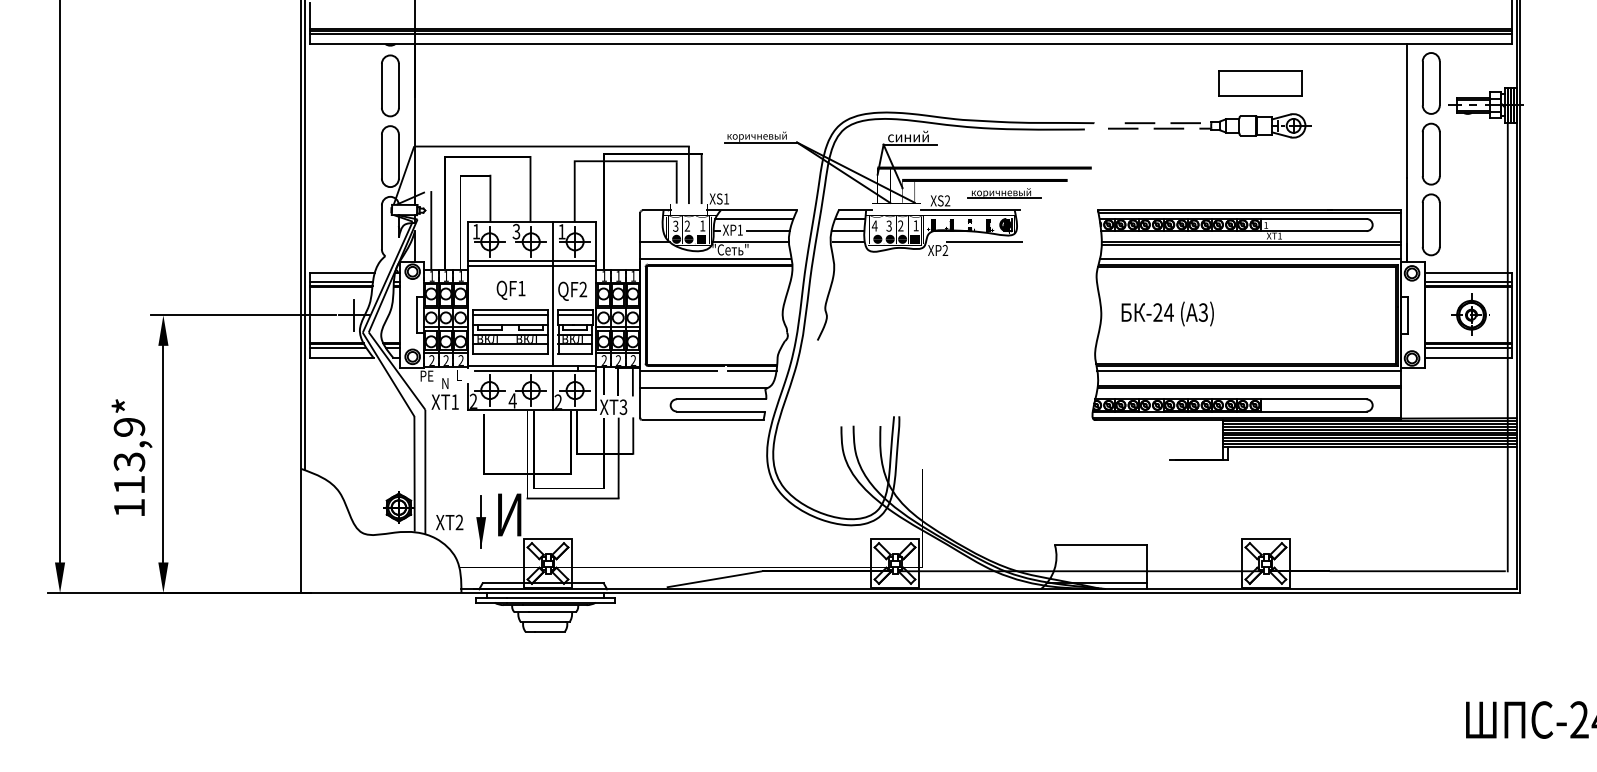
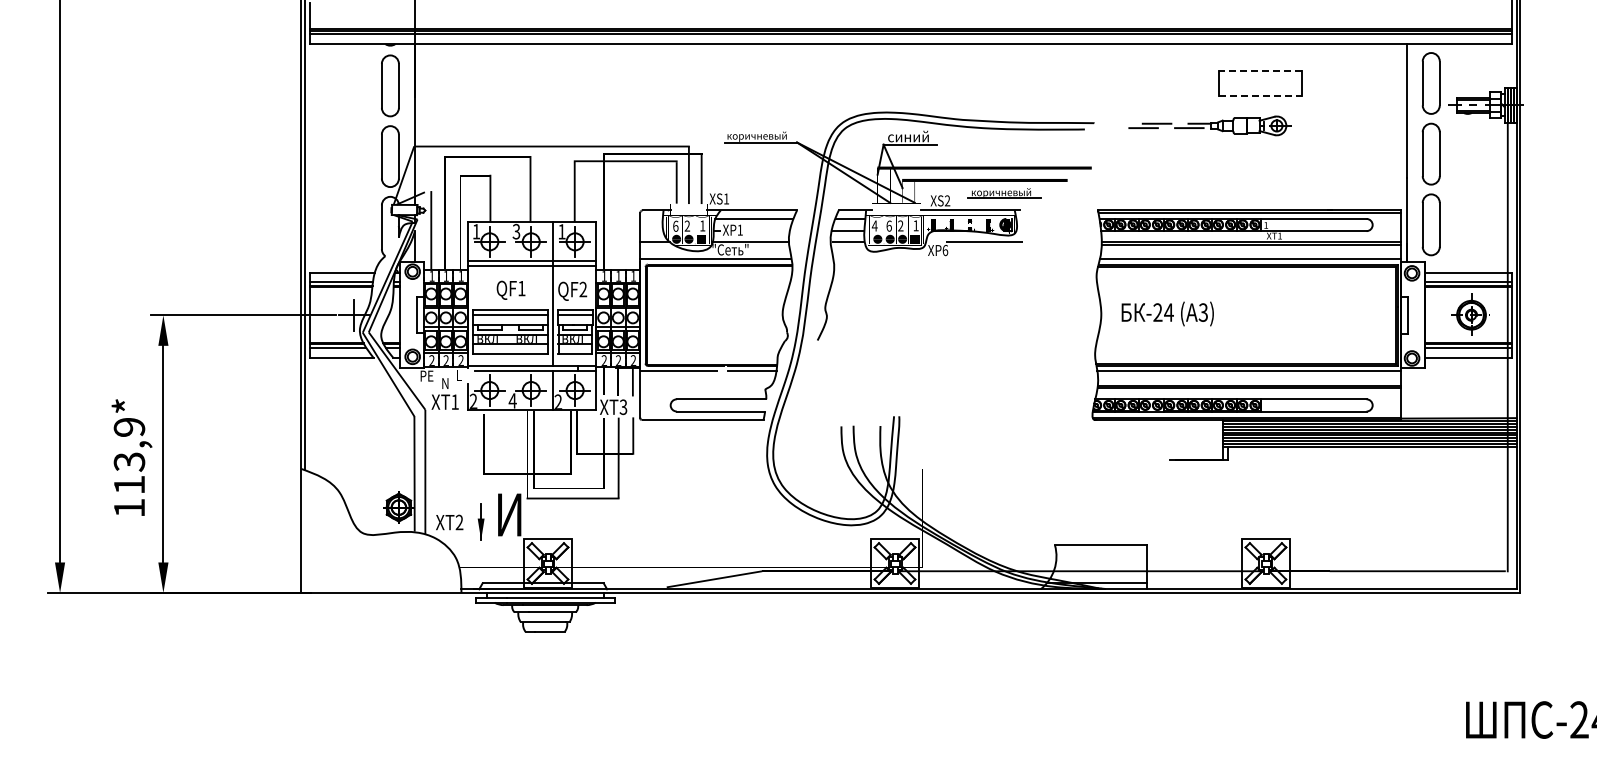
line at (1260, 71): solid -> dashed
line at (1261, 96): solid -> dashed
part at (1209, 125) size: 204x26 px -> 164x22 px
text at (675, 225): 3 -> 6
text at (888, 225): 3 -> 6
line at (768, 231): present -> none
text at (945, 250): XP2 -> XP6
line at (703, 388): present -> none
part at (480, 521) size: 10x54 px -> 8x38 px
